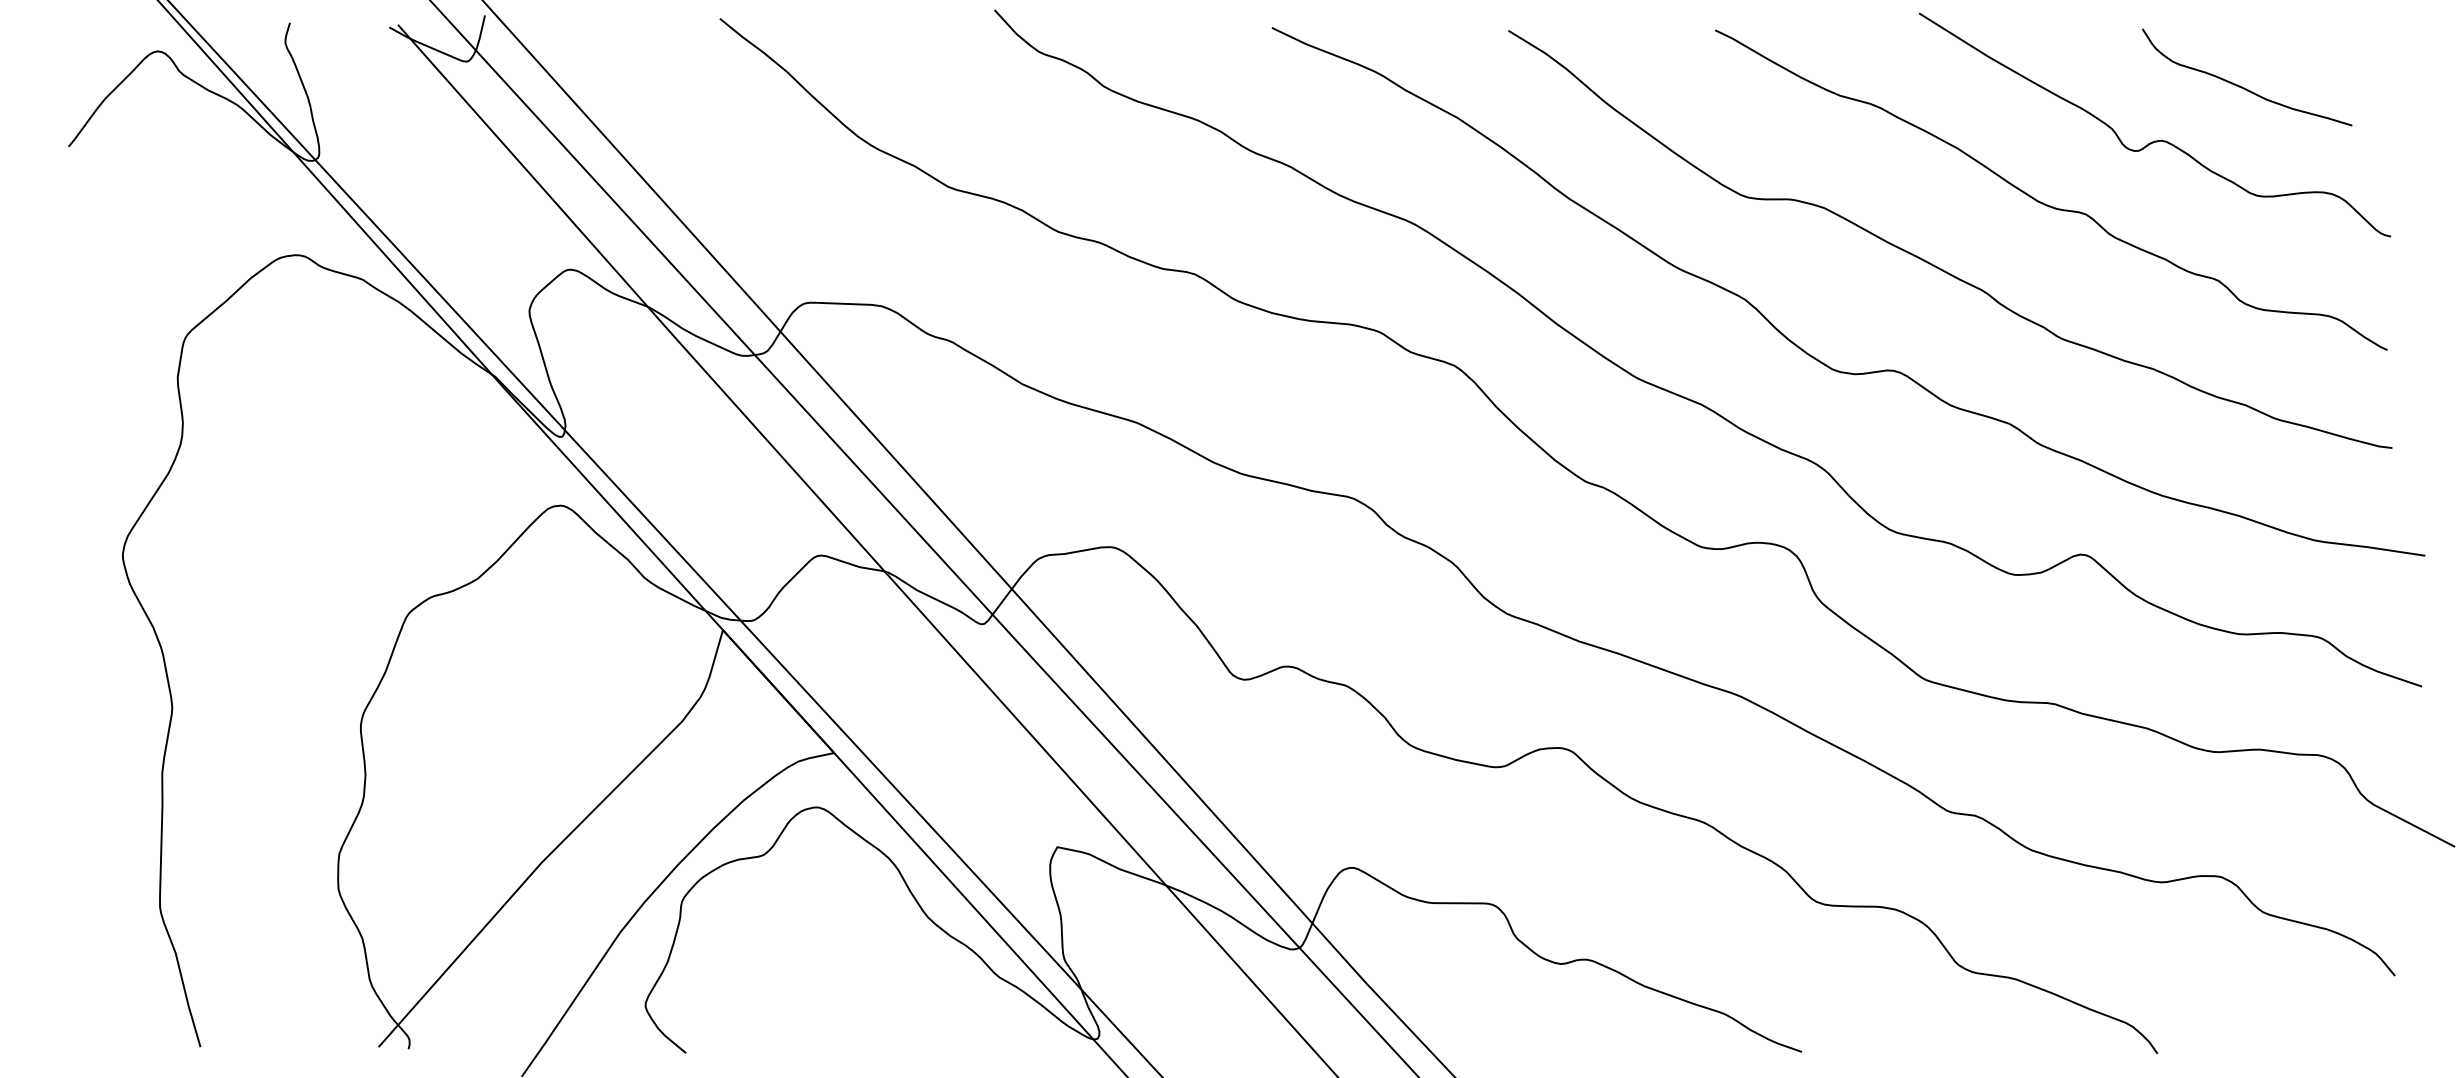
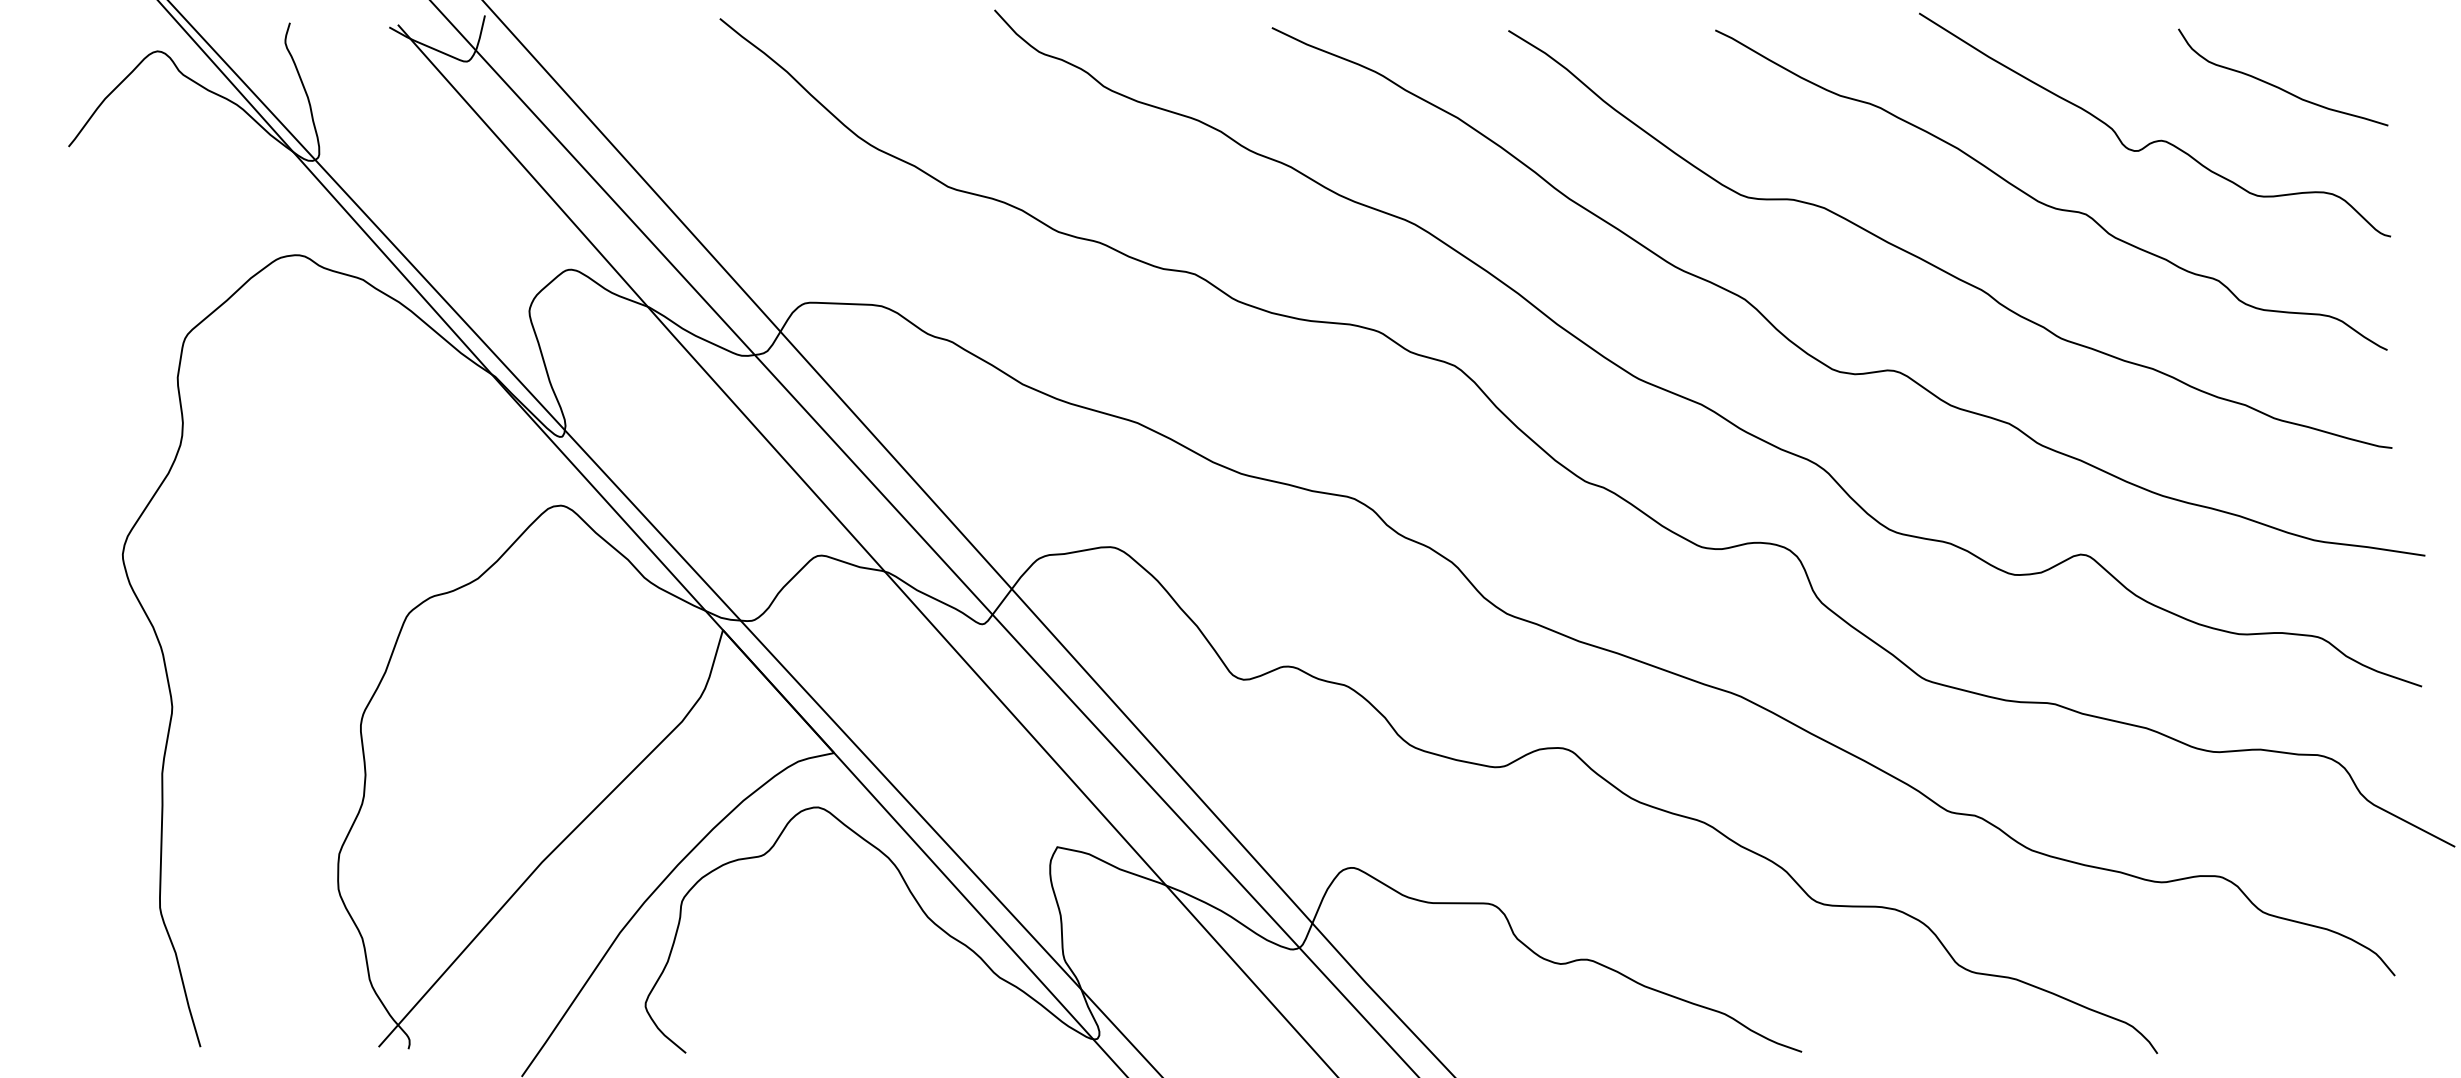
curve at (2242, 86) position: (2242, 86) -> (2278, 86)
